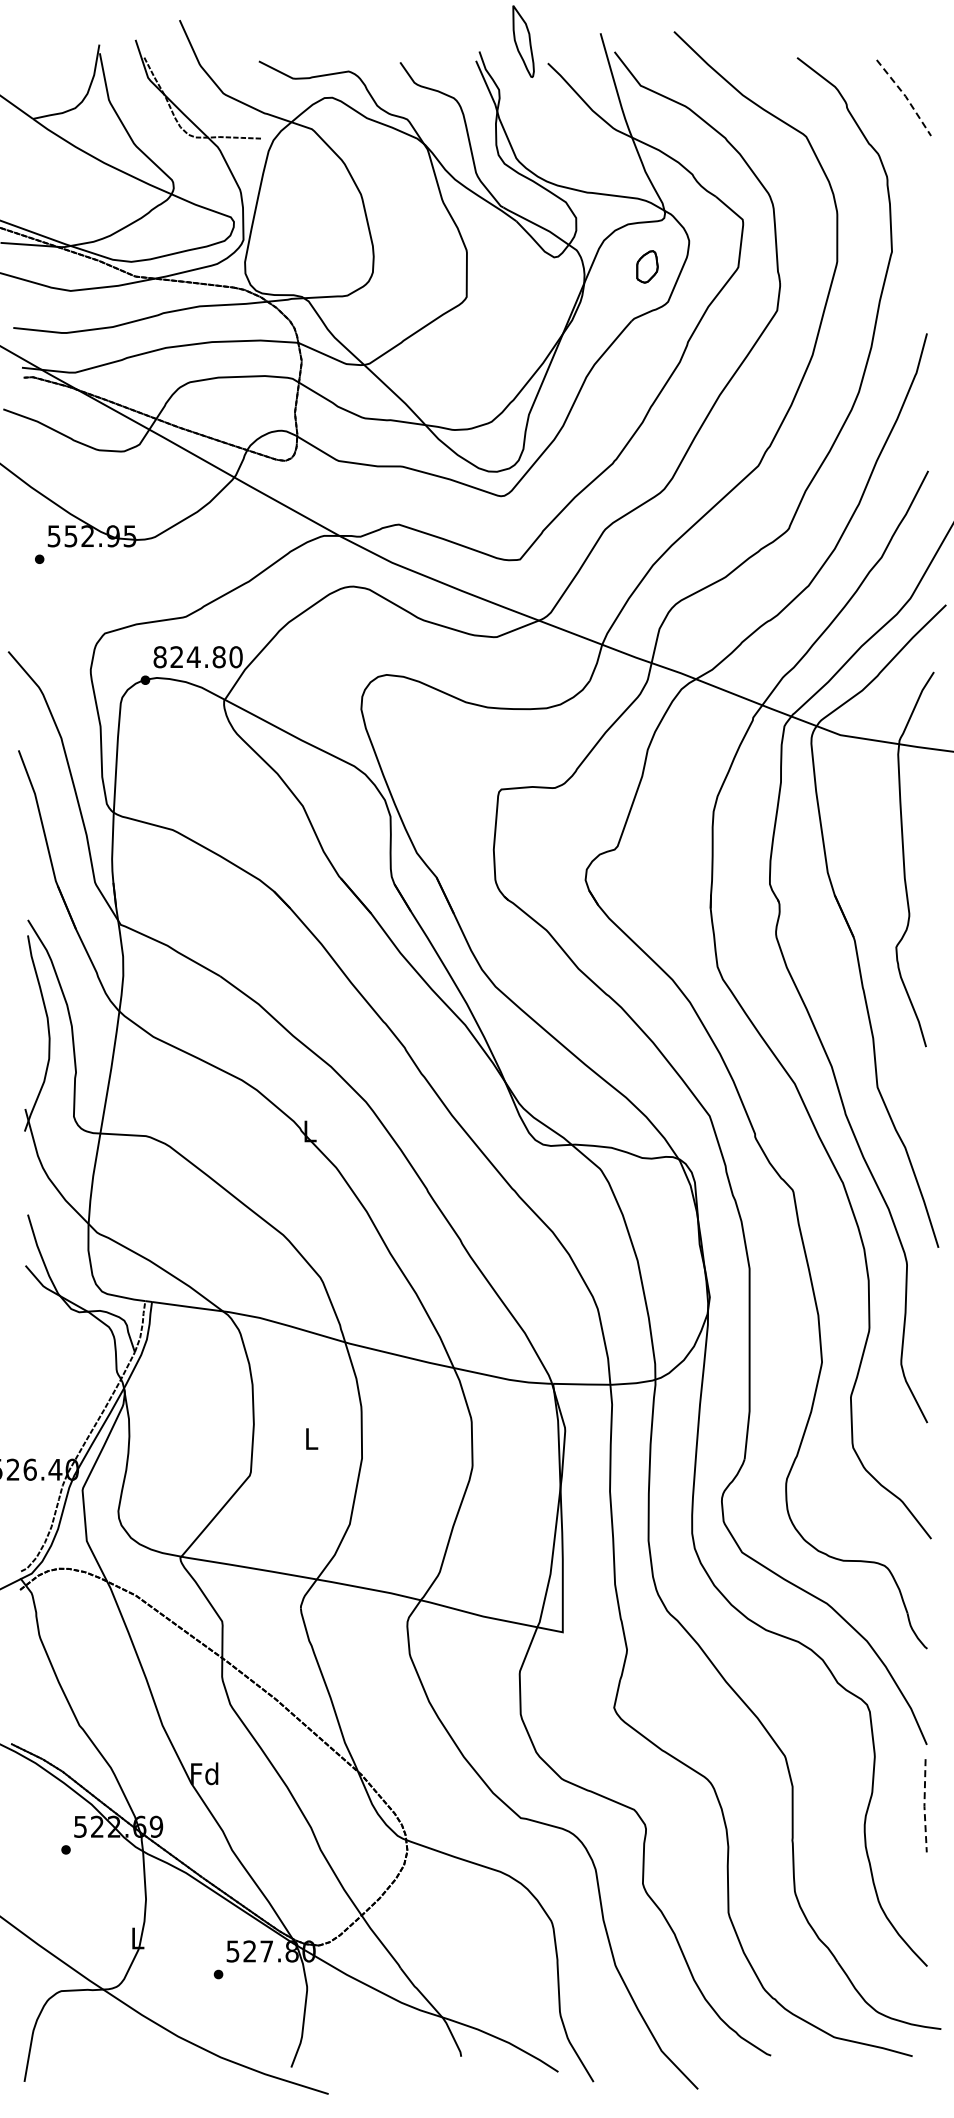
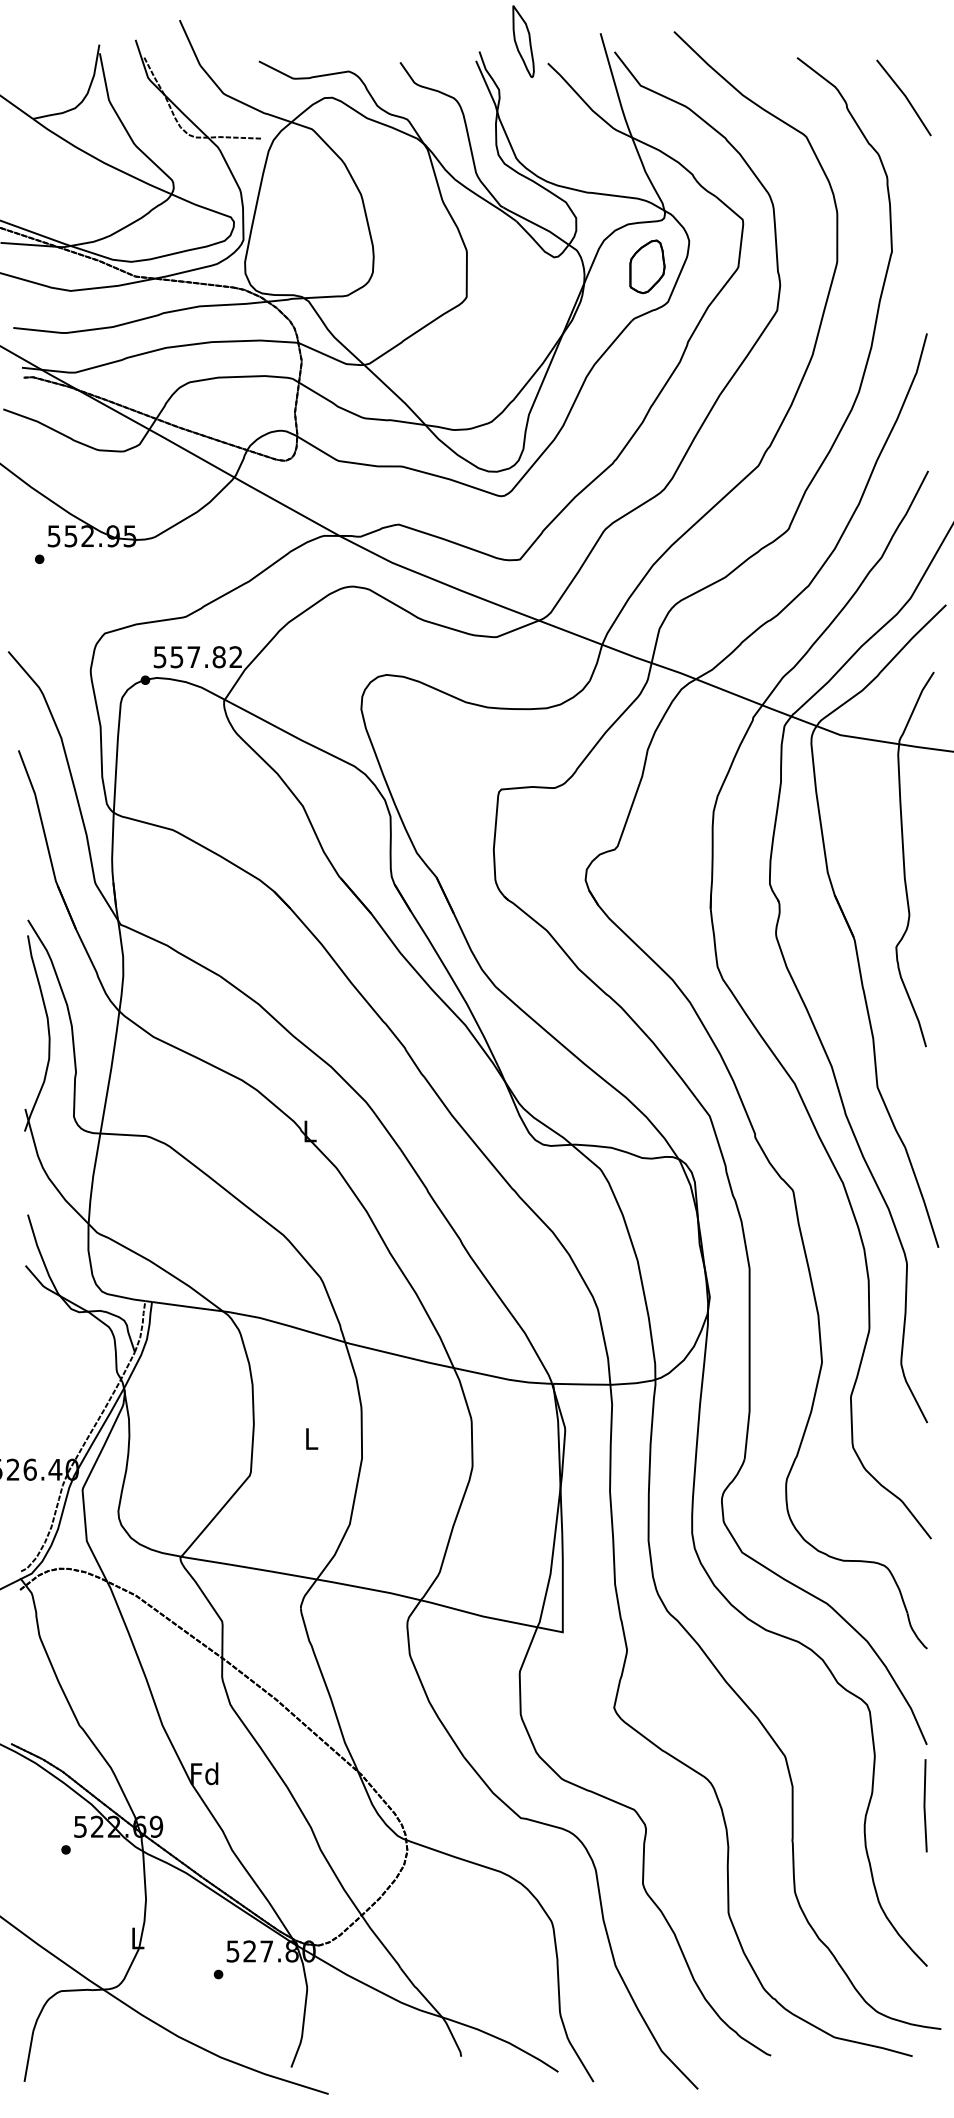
line at (905, 96): dashed -> solid
part at (647, 266) size: 23x34 px -> 37x56 px
text at (197, 657): 824.80 -> 557.82
line at (924, 1806): dashed -> solid
